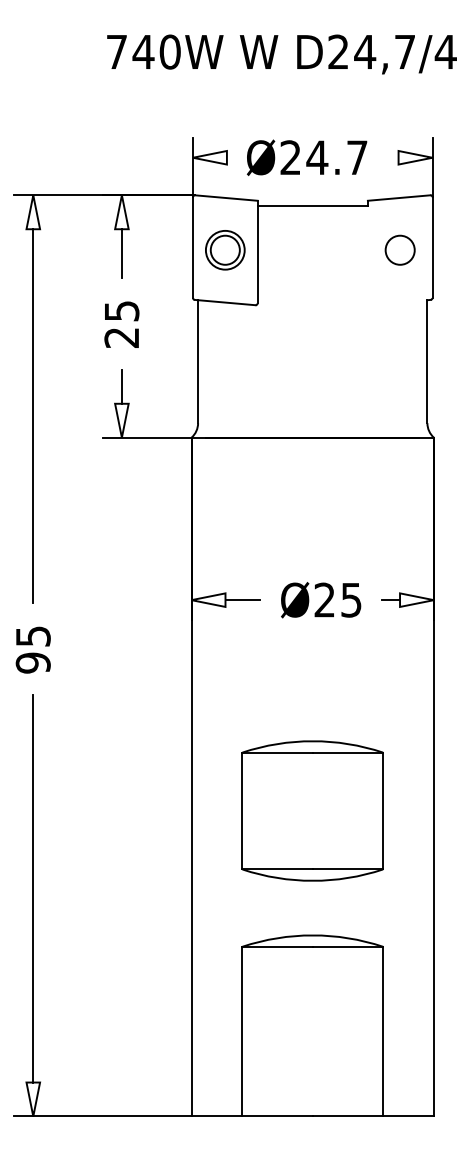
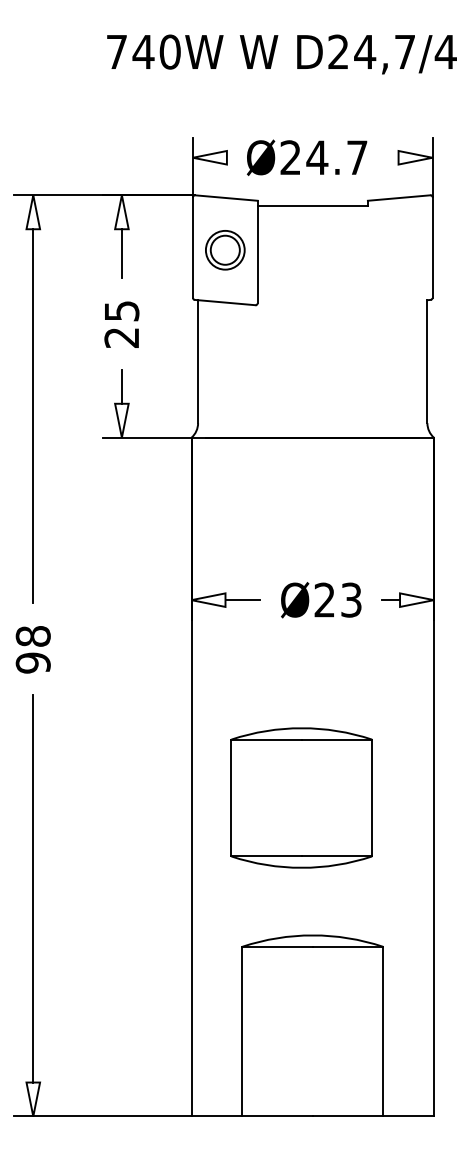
circle at (399, 249): present -> none
text at (351, 599): Ø25 -> Ø23
text at (32, 636): 95 -> 98
part at (312, 810) position: (312, 810) -> (301, 797)
